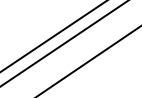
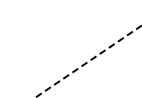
line at (53, 36): present -> none
line at (64, 43): present -> none
line at (87, 62): solid -> dashed
